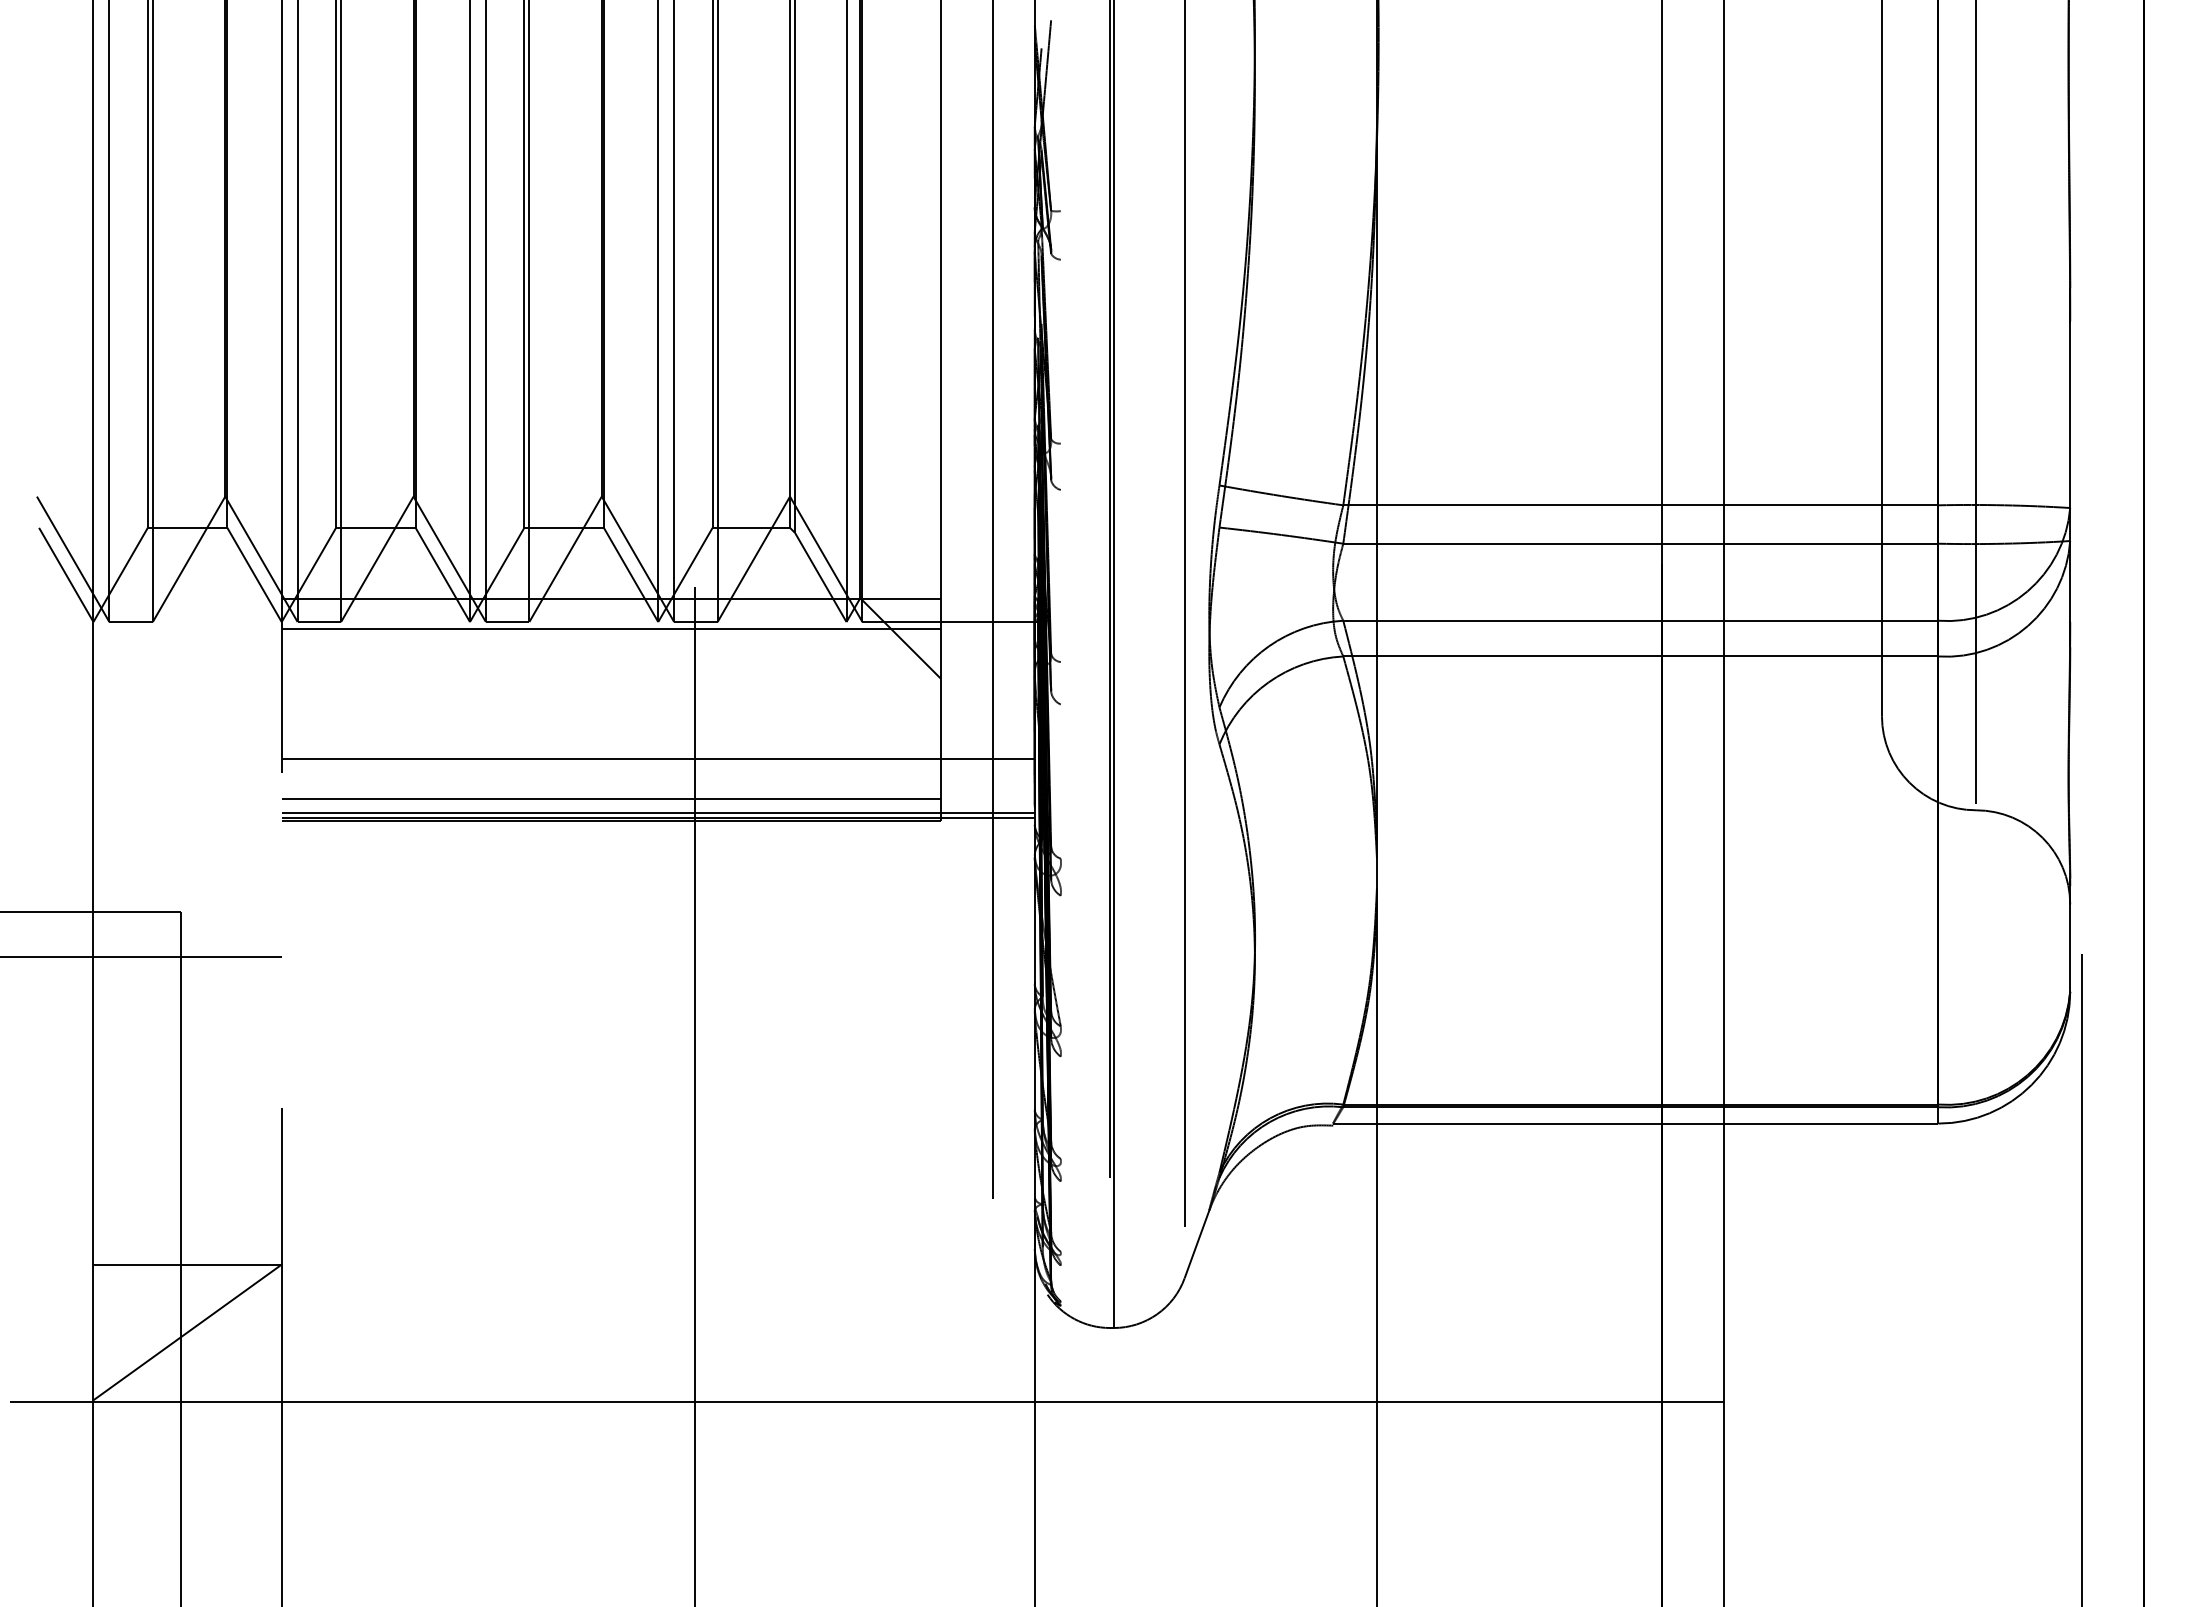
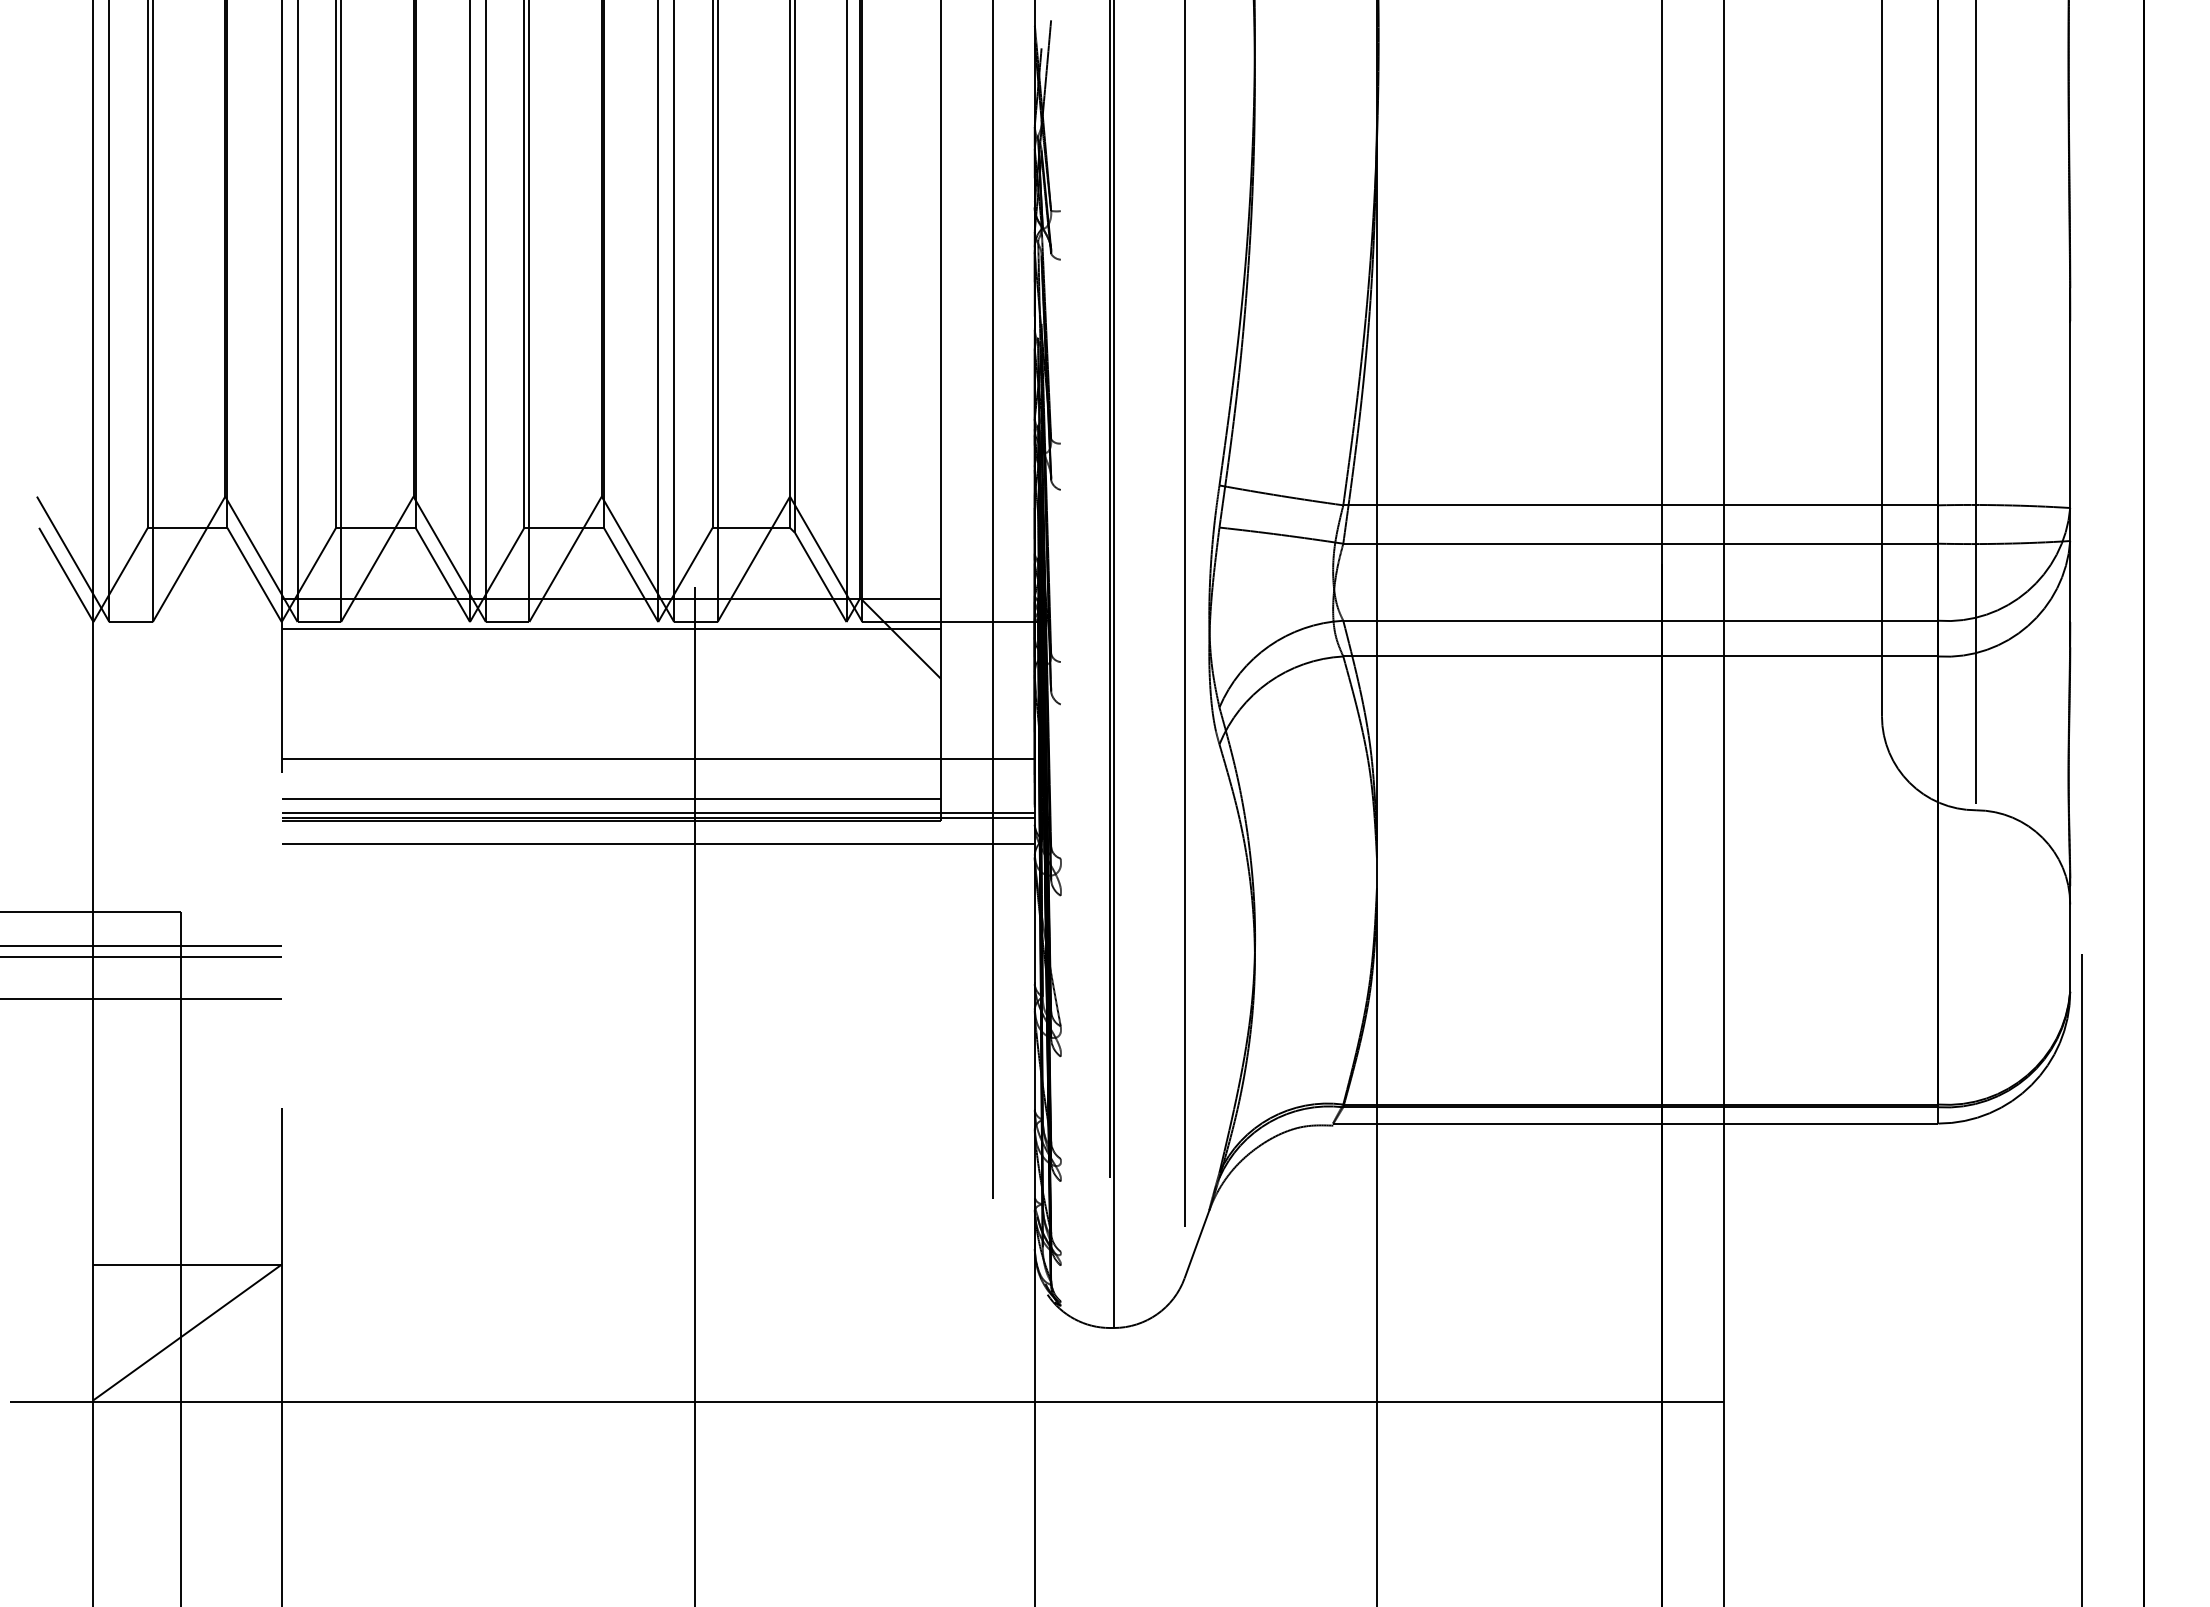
line at (657, 844): none -> present
line at (141, 945): none -> present
line at (141, 998): none -> present
